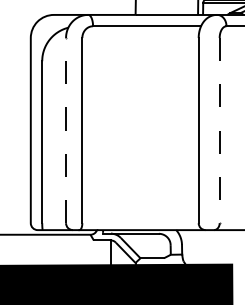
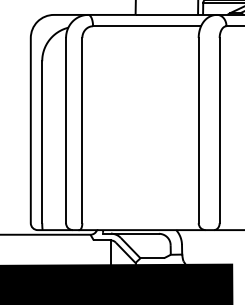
line at (66, 130): dashed -> solid
line at (219, 130): dashed -> solid
